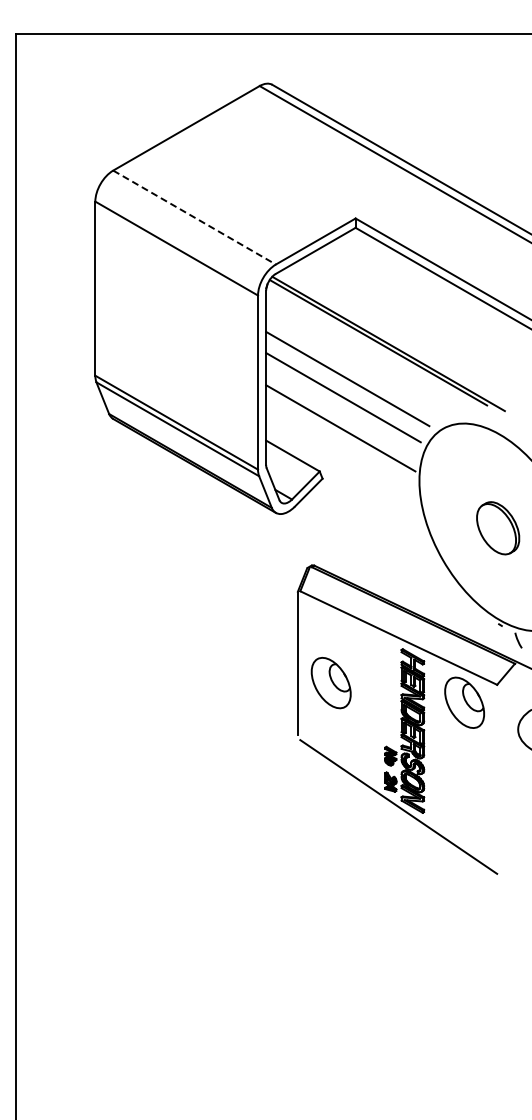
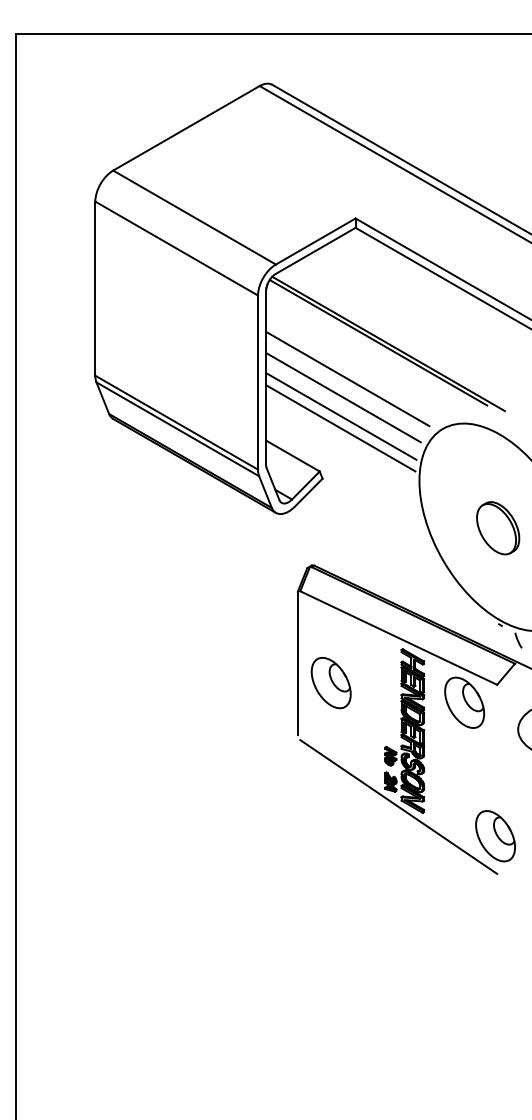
line at (194, 217): dashed -> solid
line at (341, 416): none -> present
part at (495, 836): none -> present
